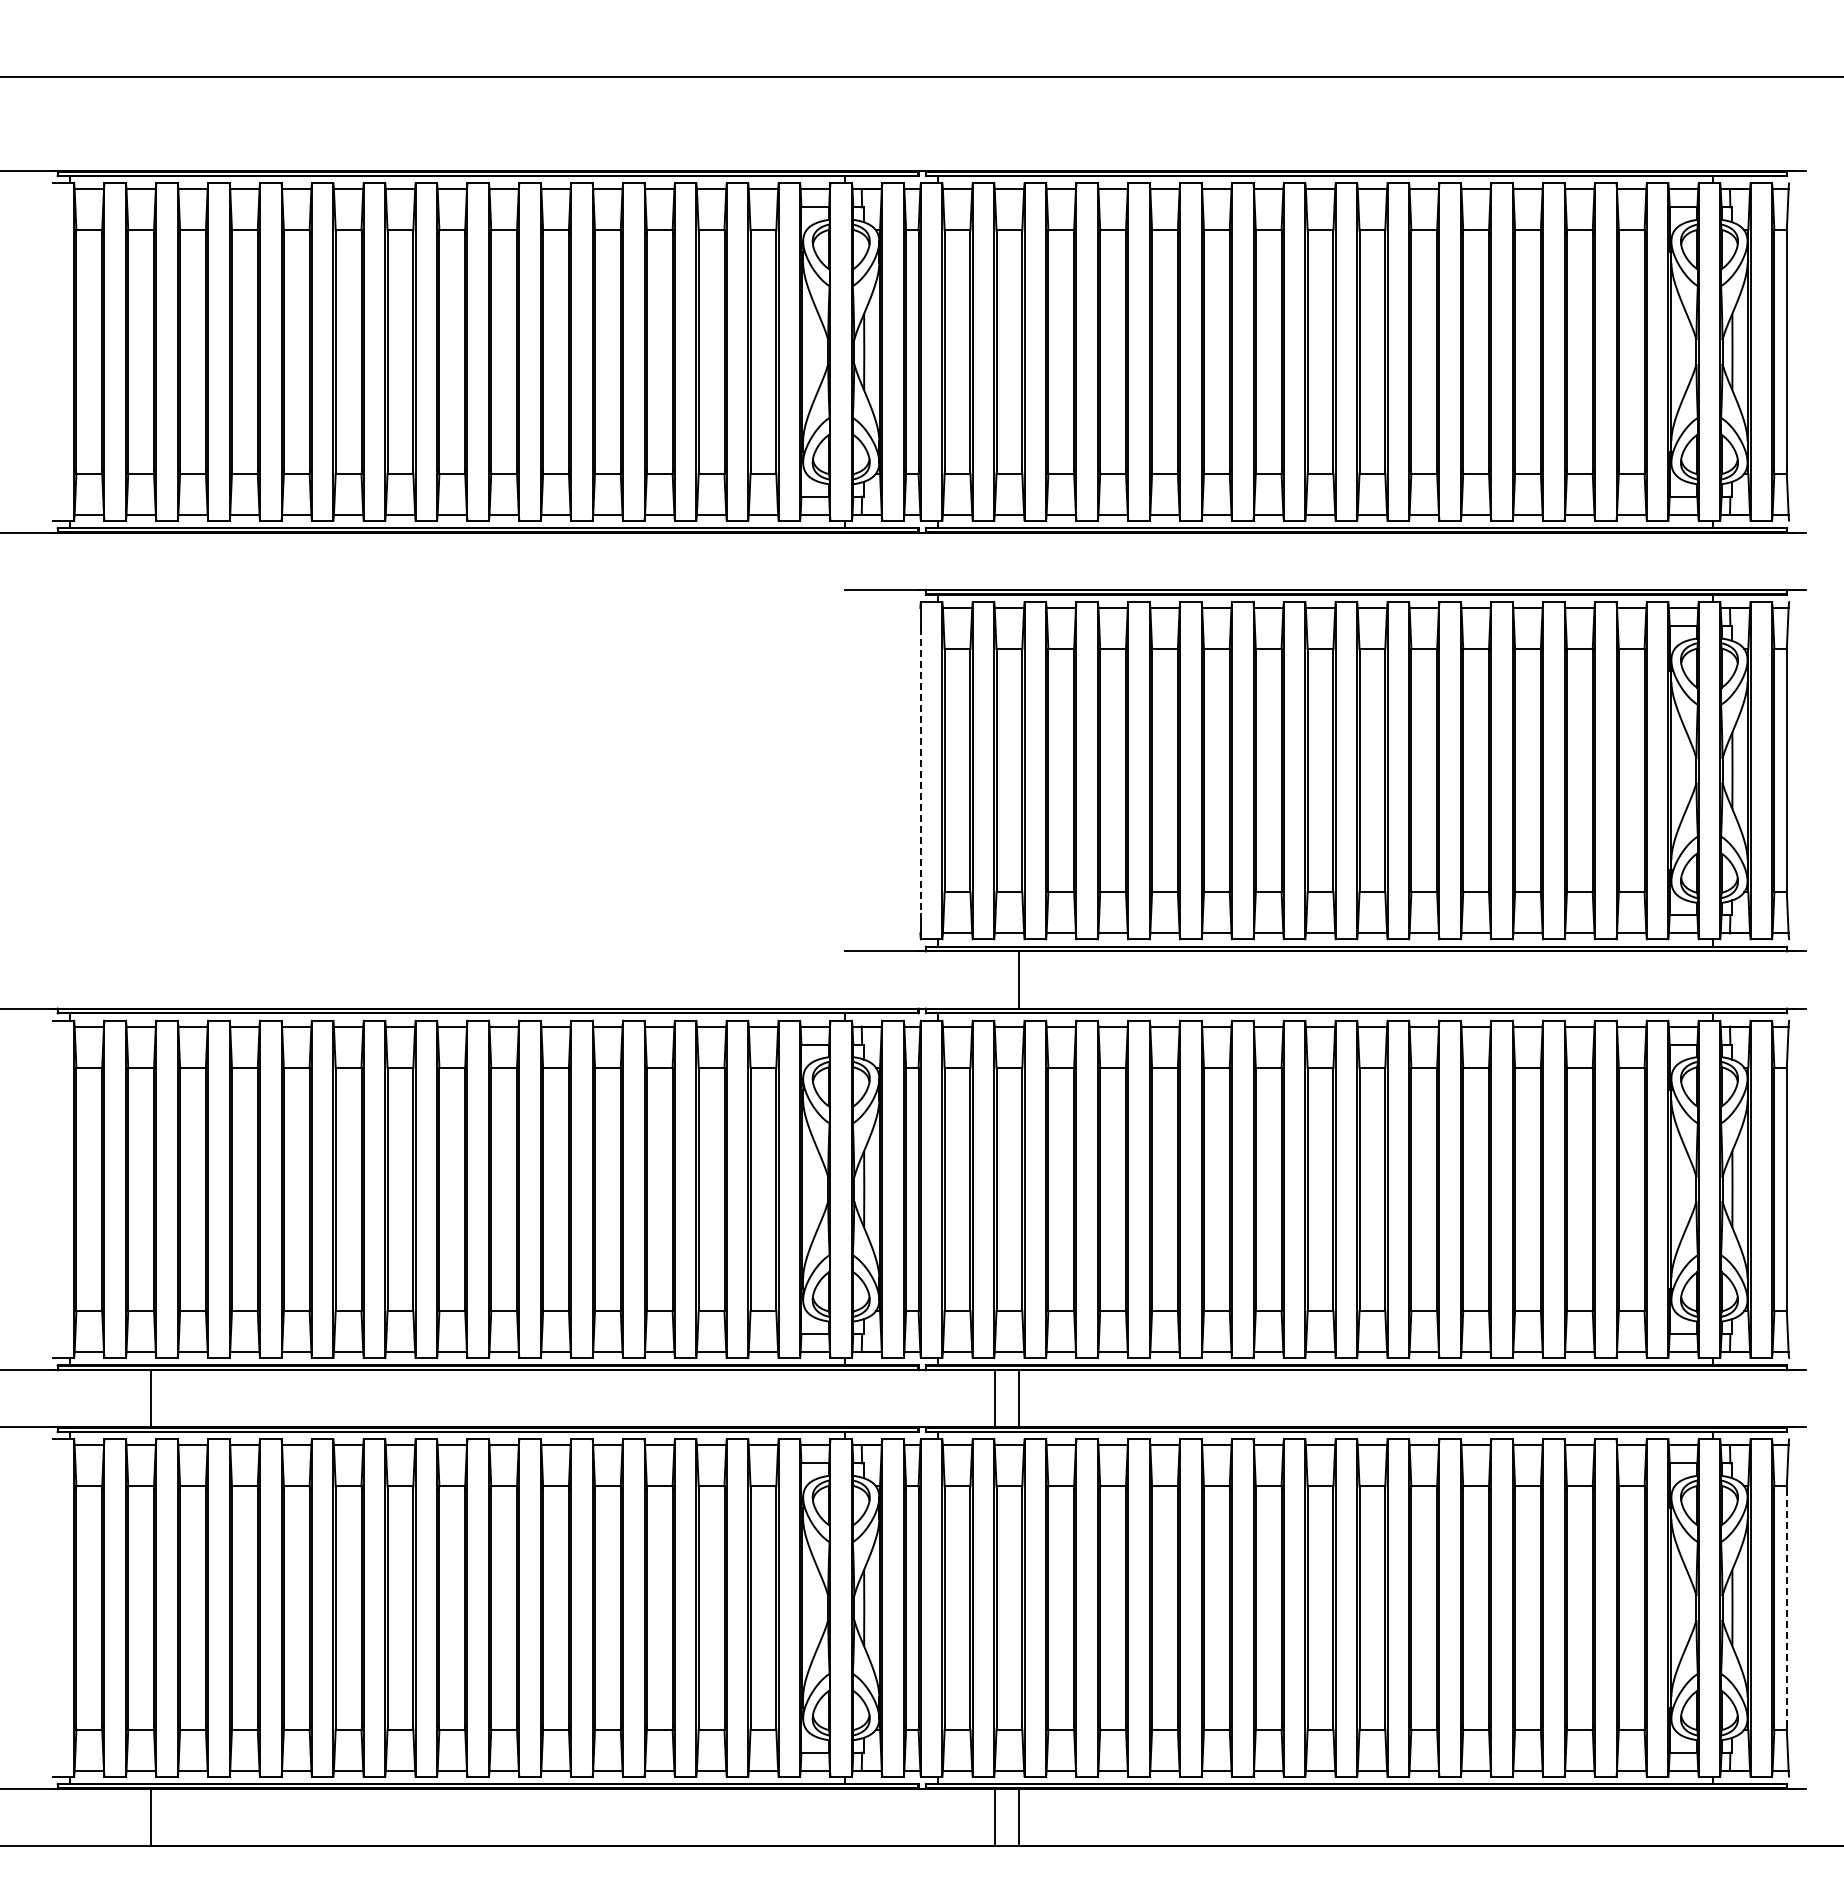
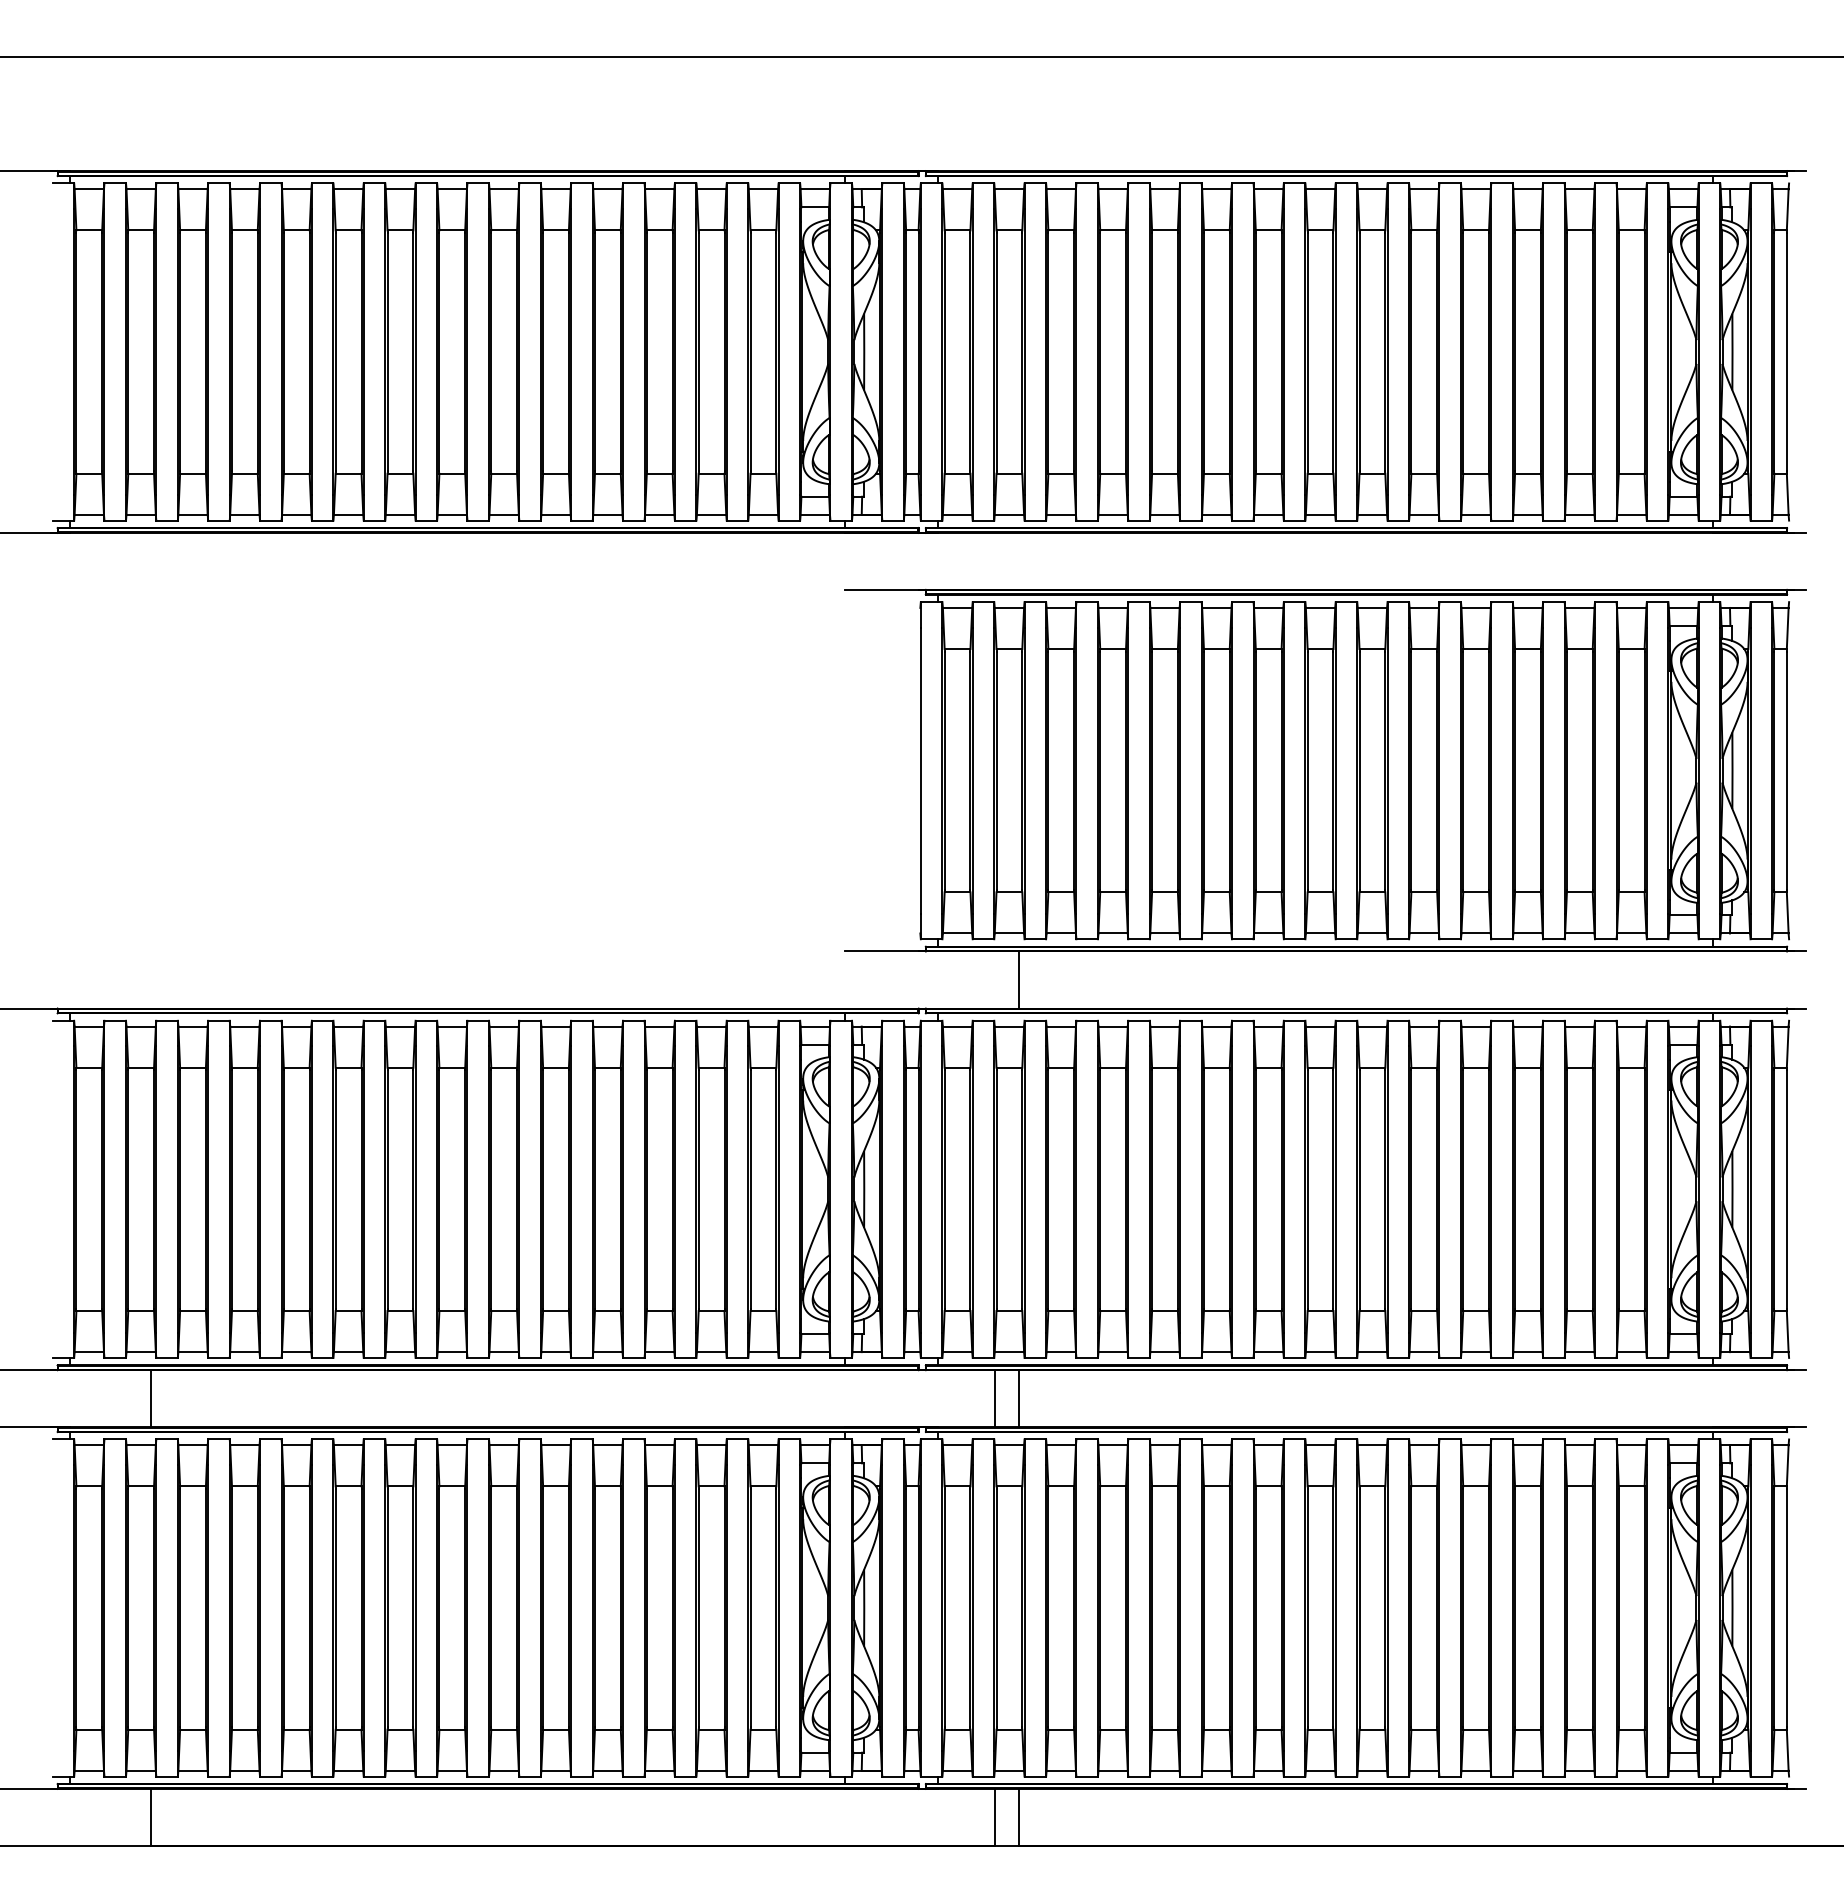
line at (921, 77) position: (921, 77) -> (921, 57)
line at (920, 771): dashed -> solid
line at (1786, 1608): dashed -> solid
